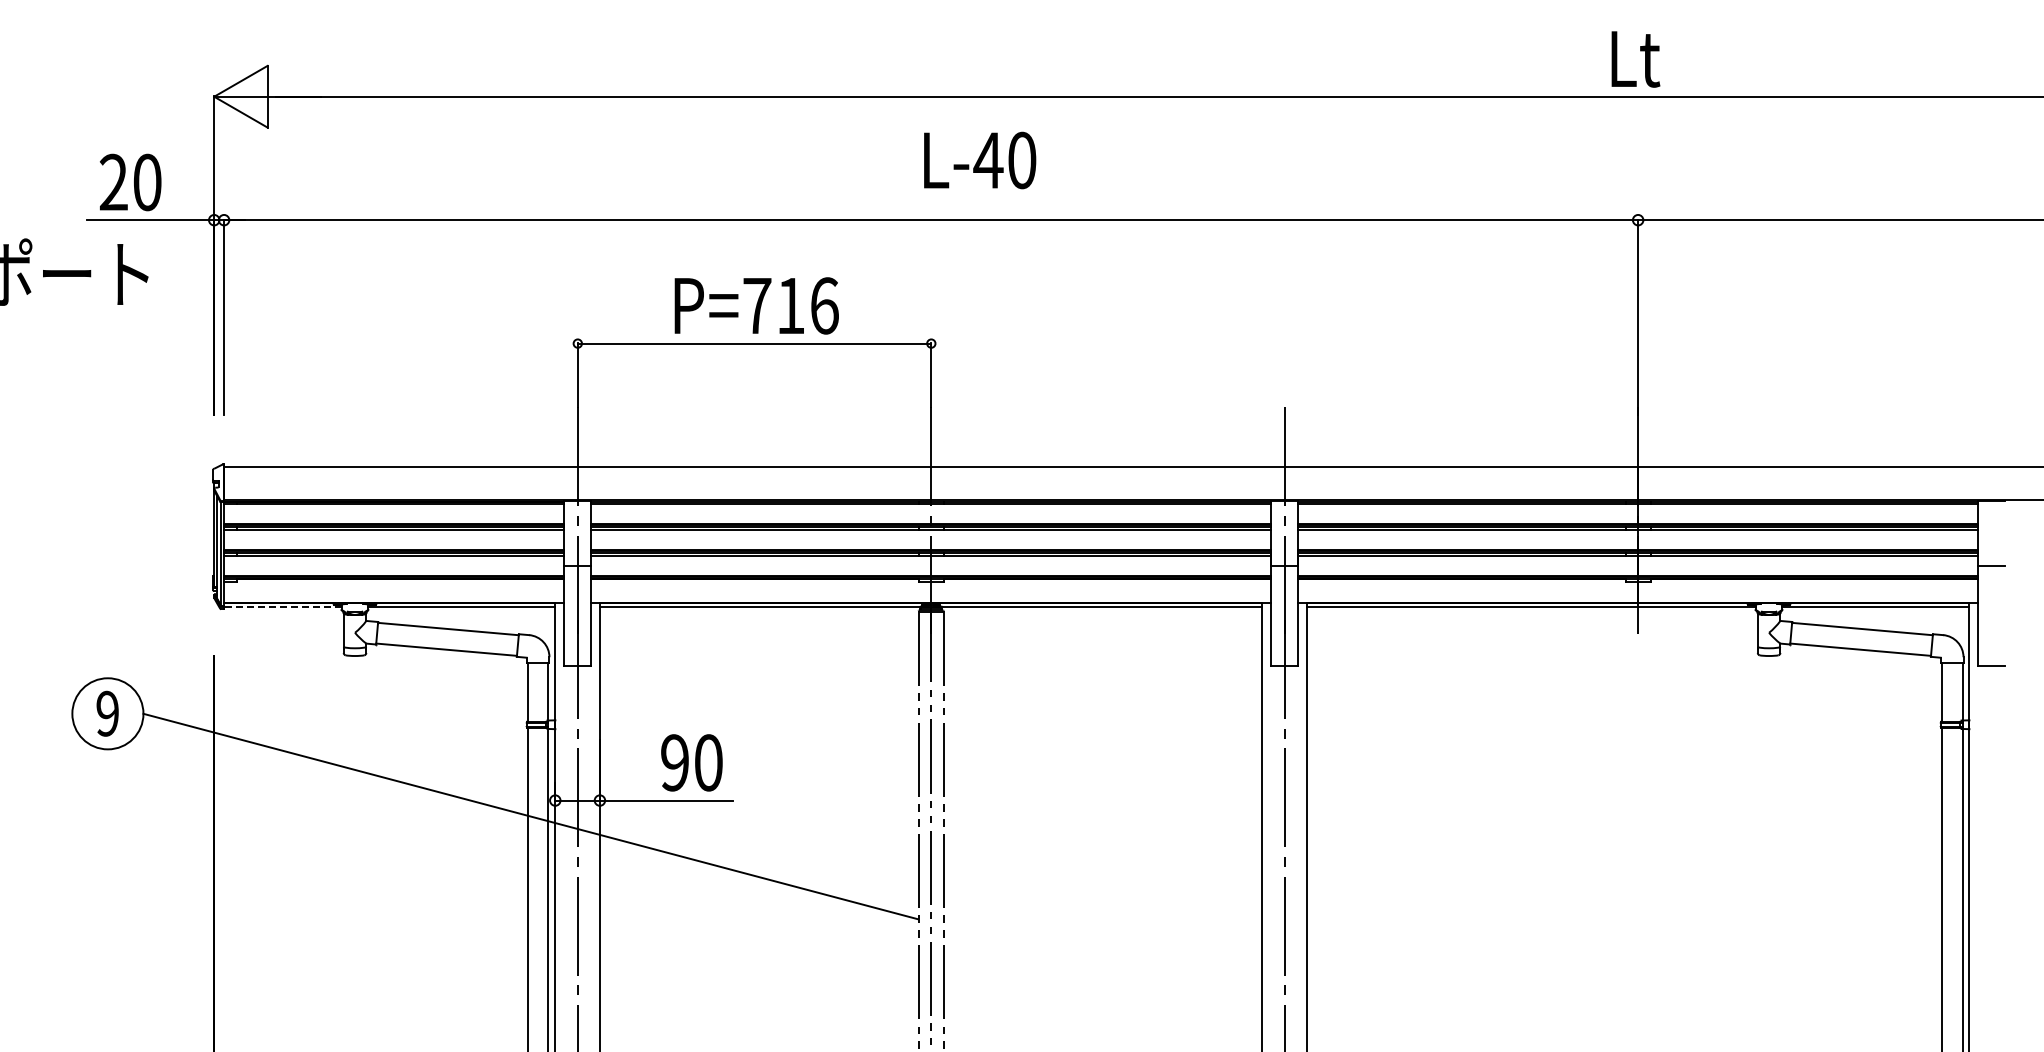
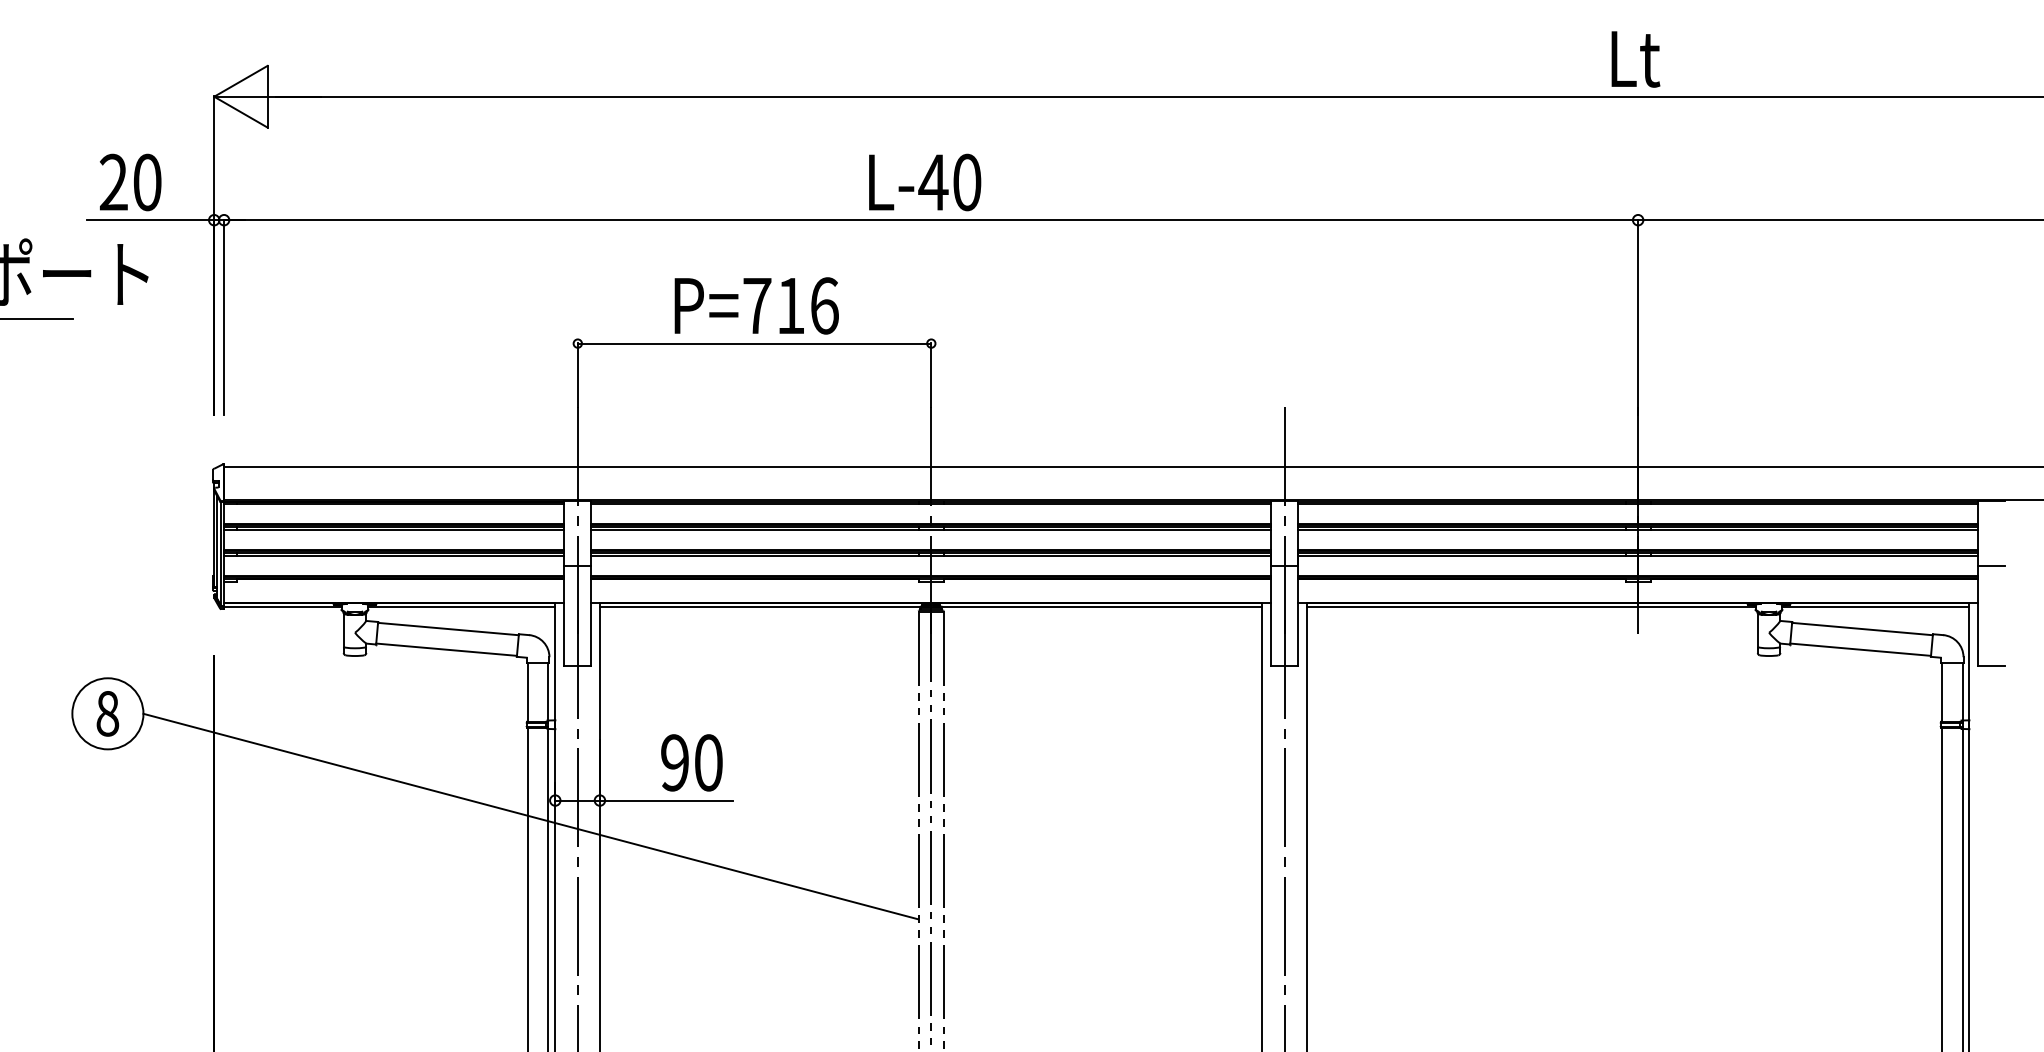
text at (980, 160) position: (980, 160) -> (925, 182)
line at (37, 318): none -> present
line at (282, 607): dashed -> solid
text at (107, 713): 9 -> 8
